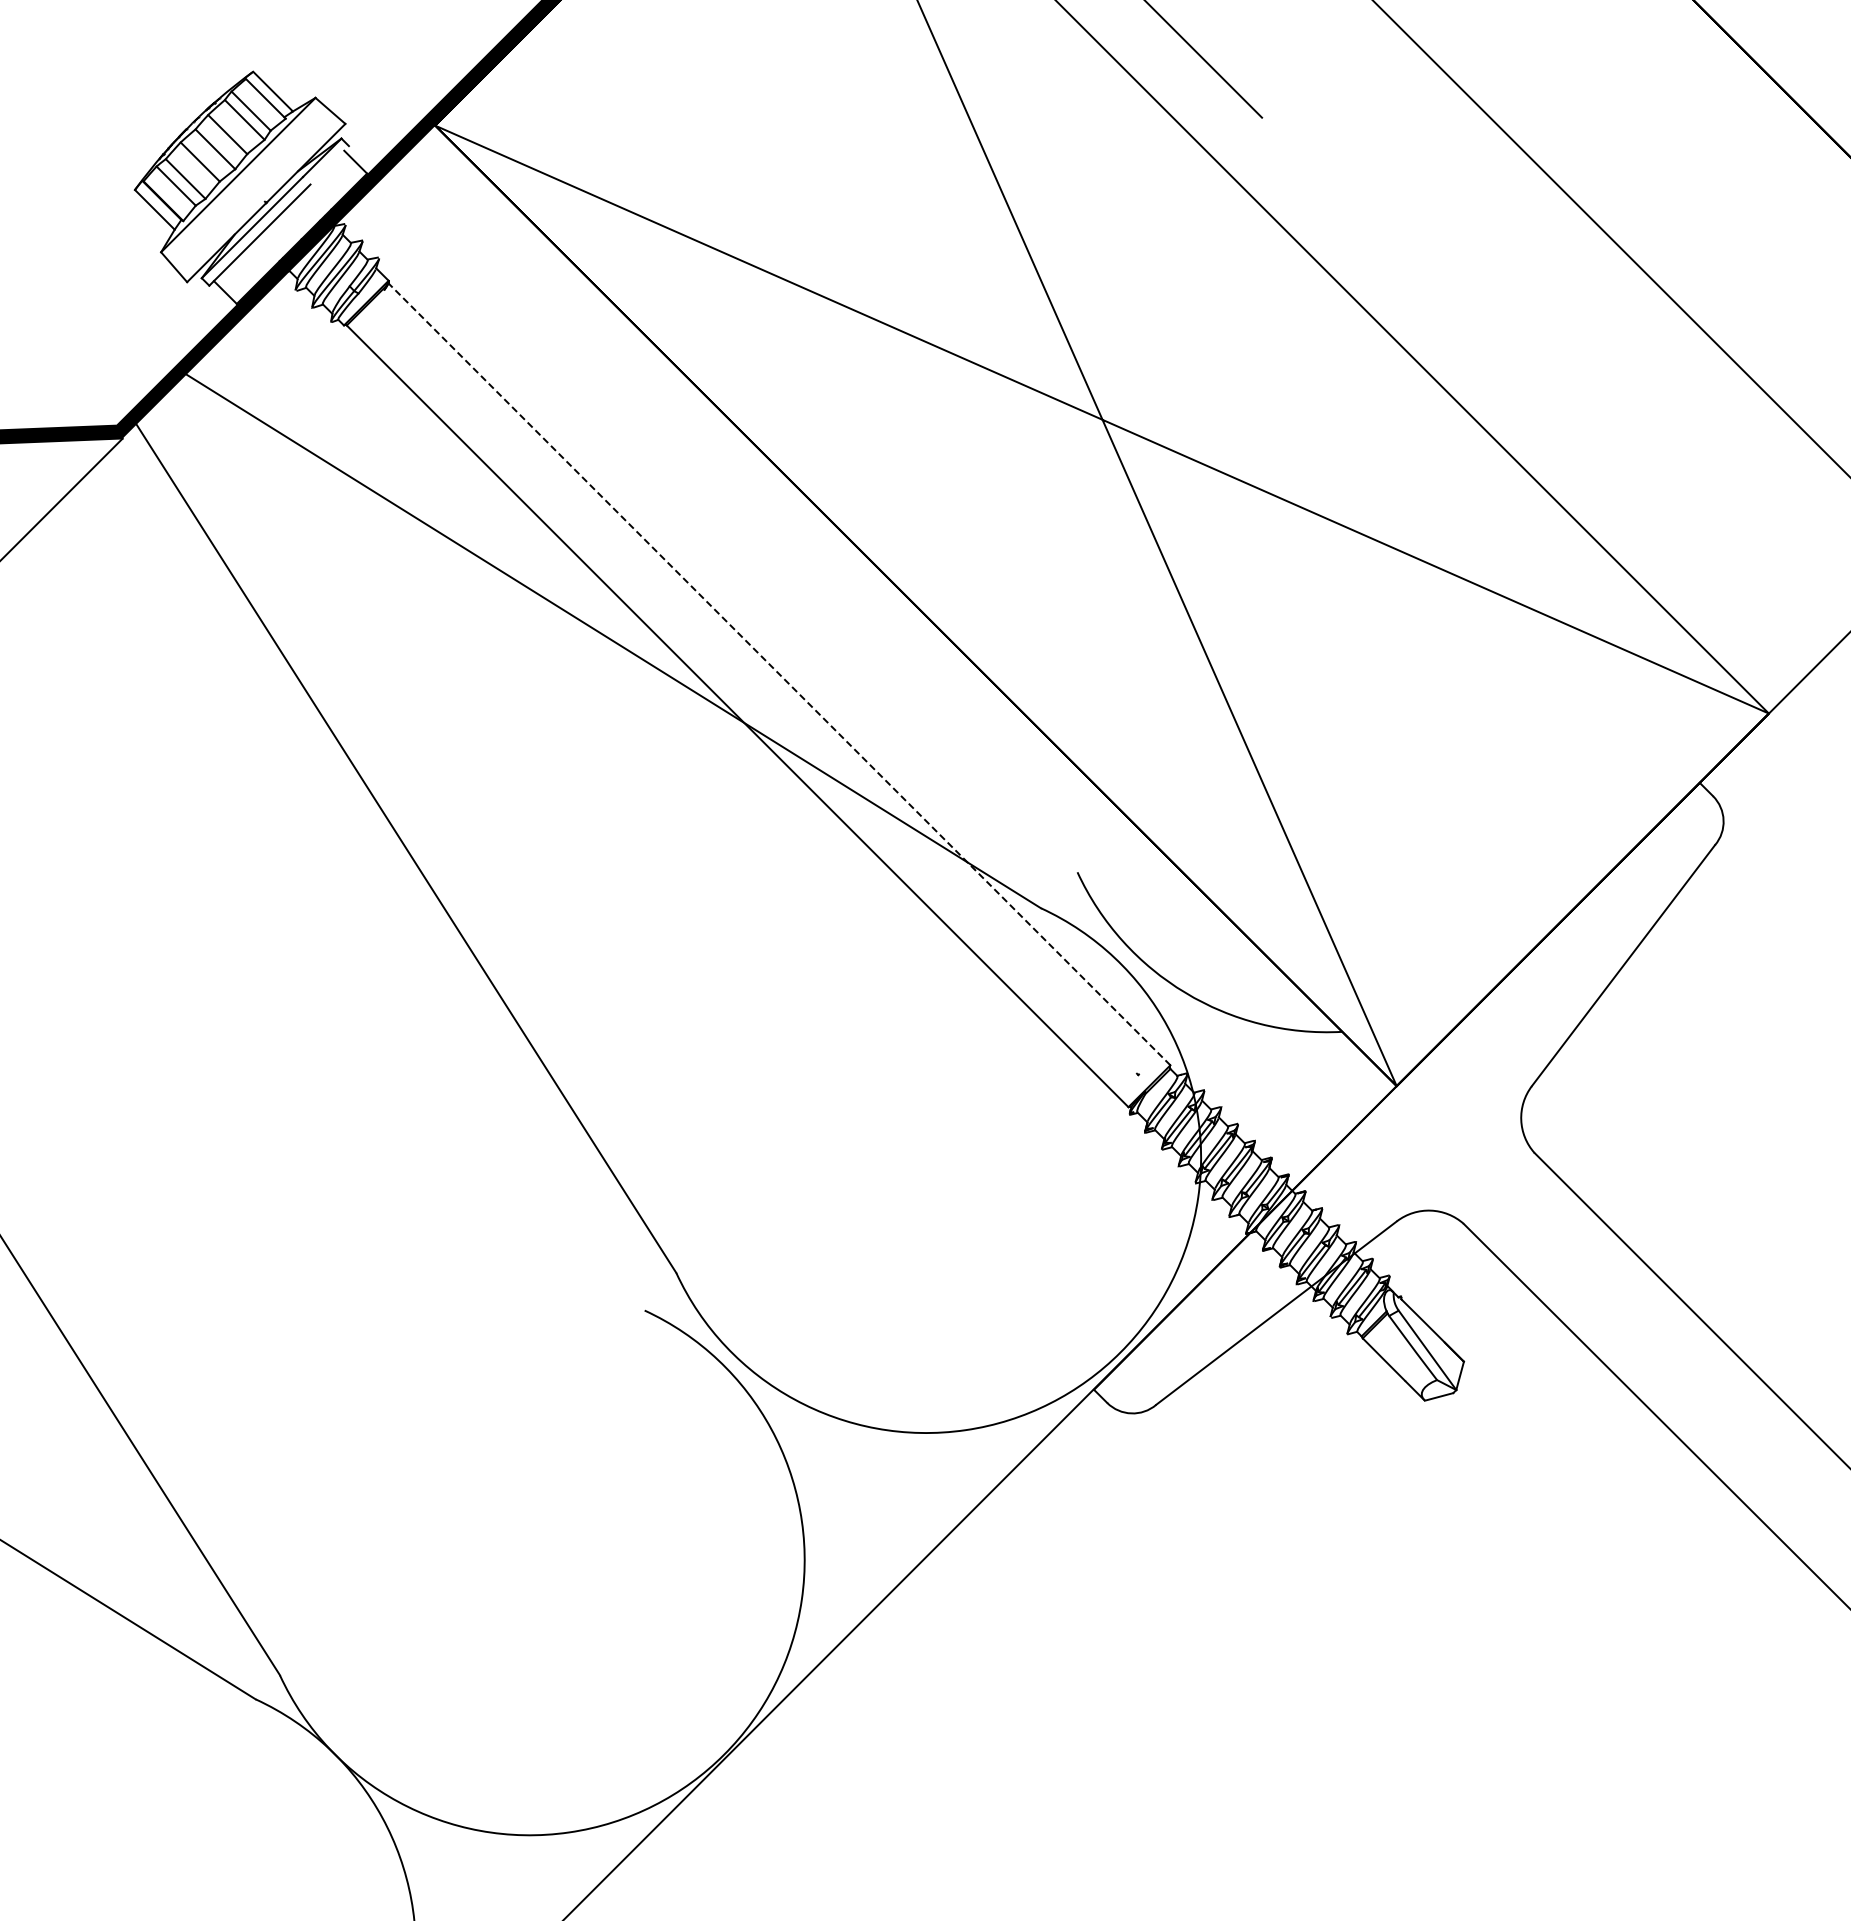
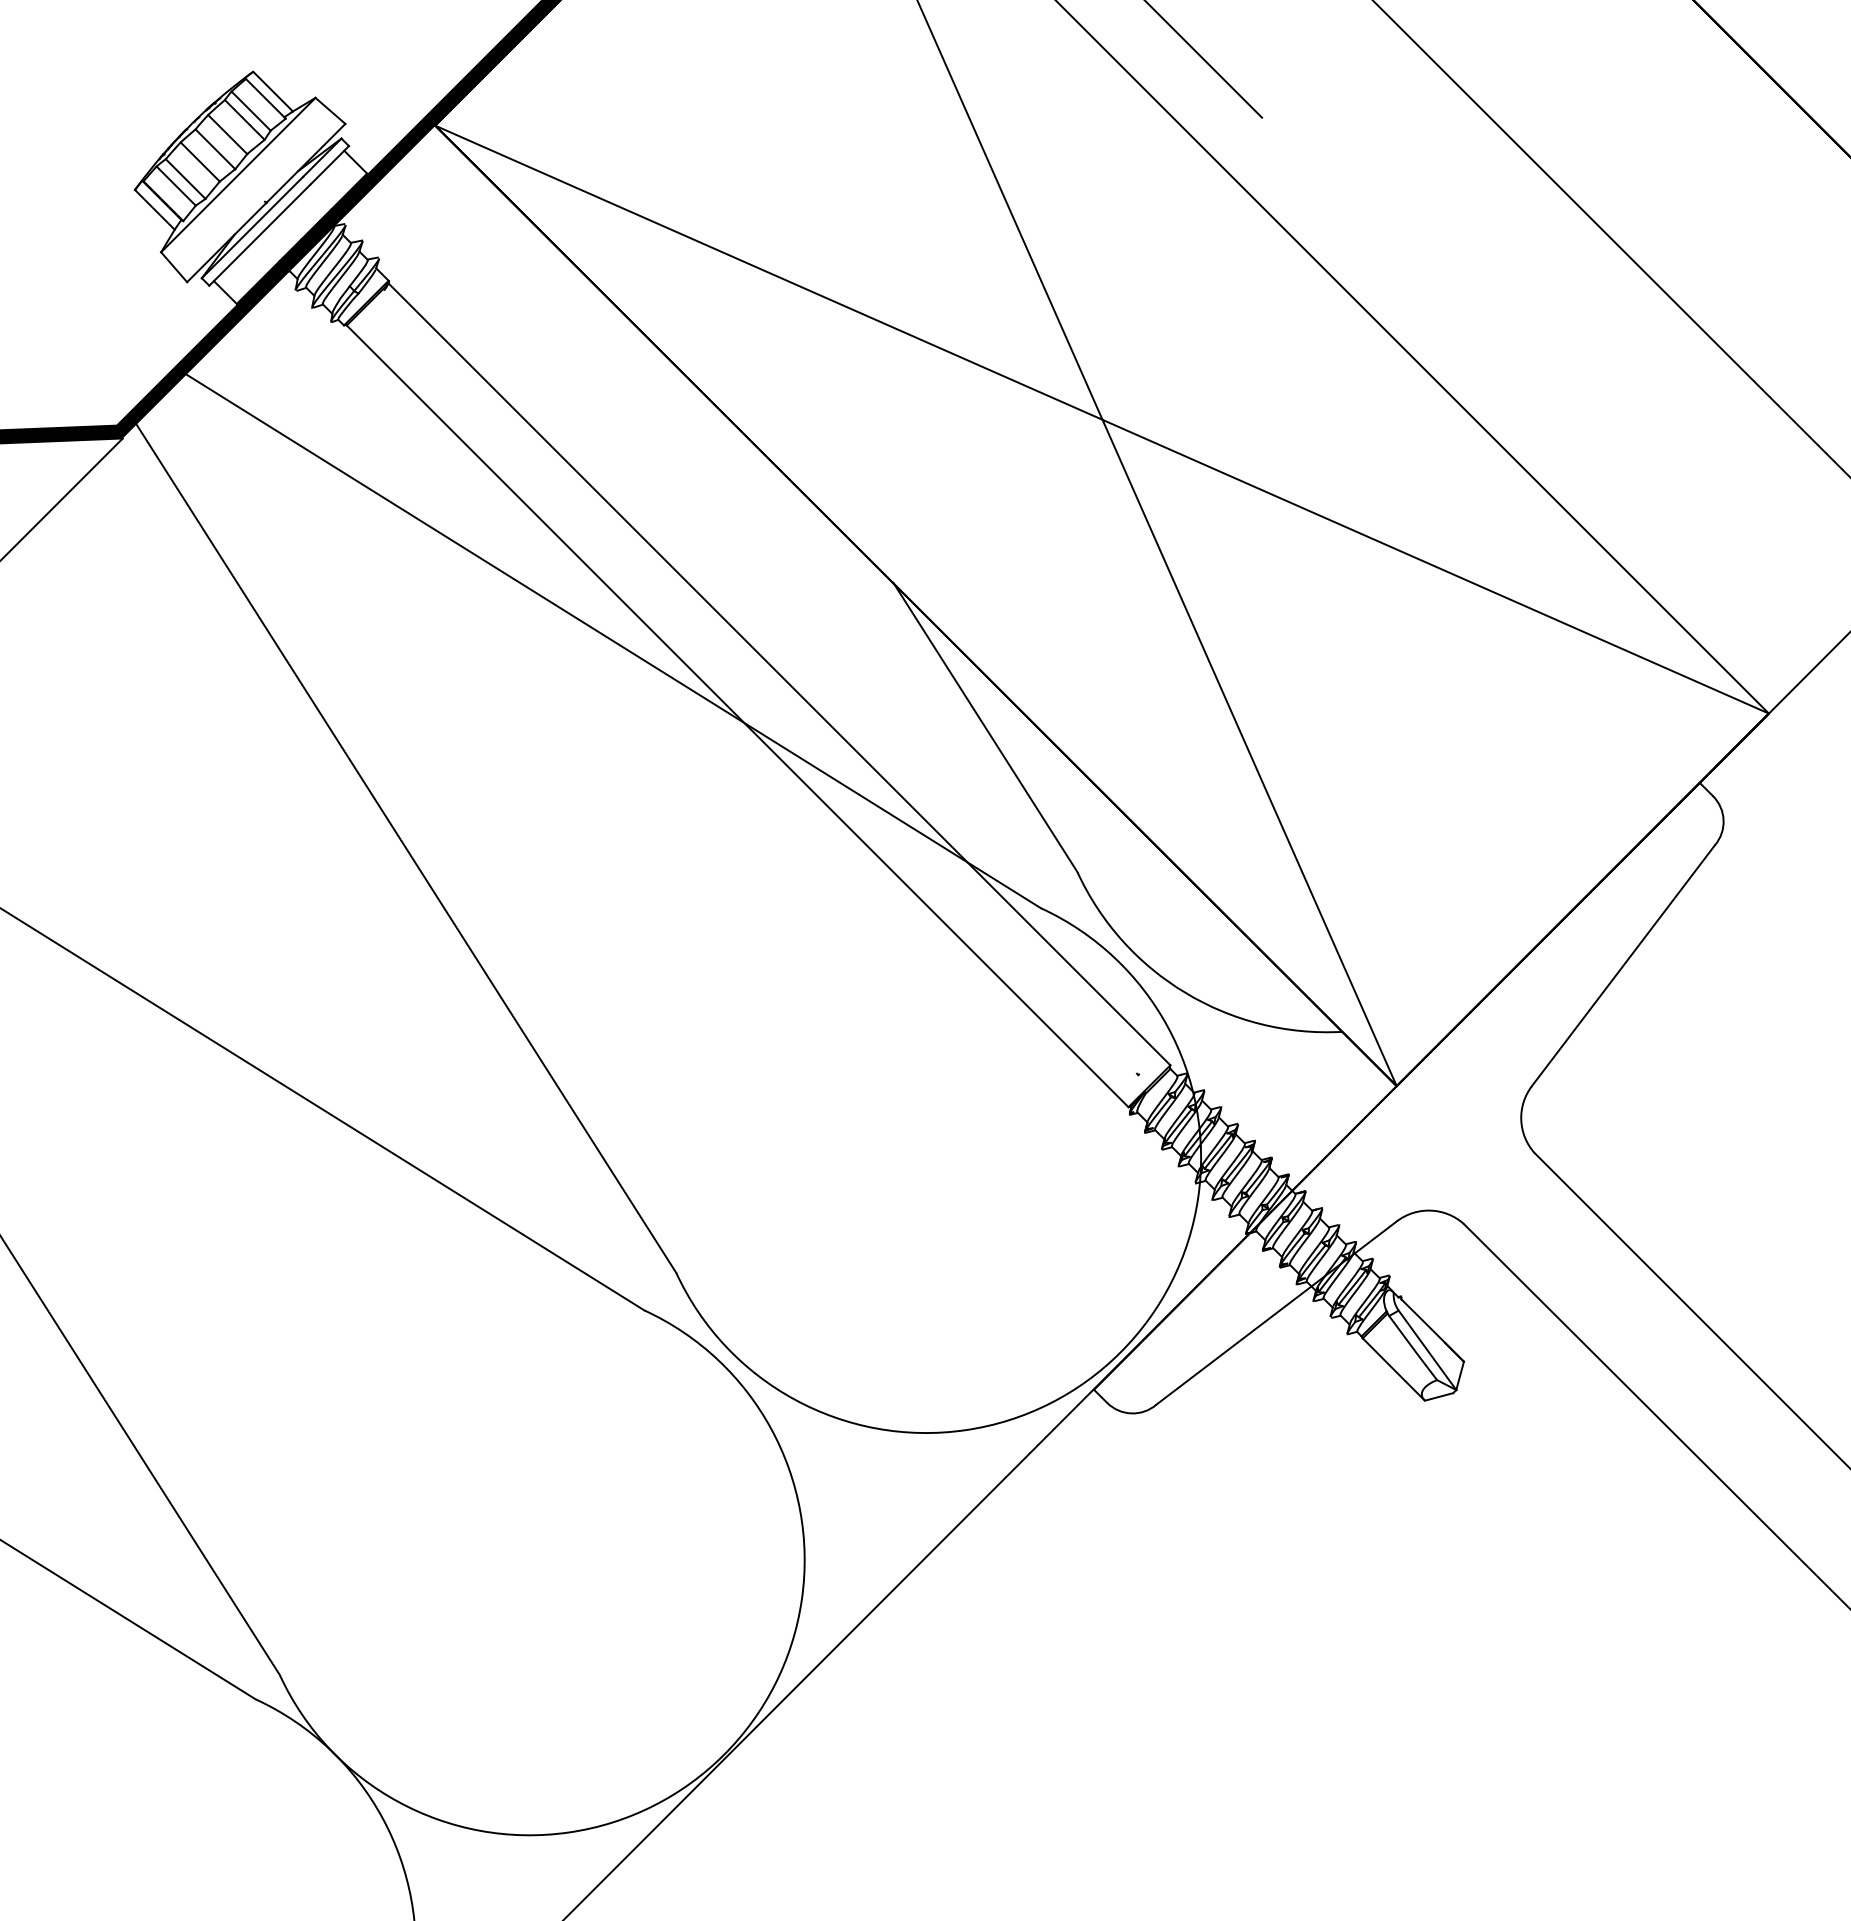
line at (329, 165): none -> present
line at (779, 674): dashed -> solid
line at (985, 727): none -> present
line at (323, 1109): none -> present
